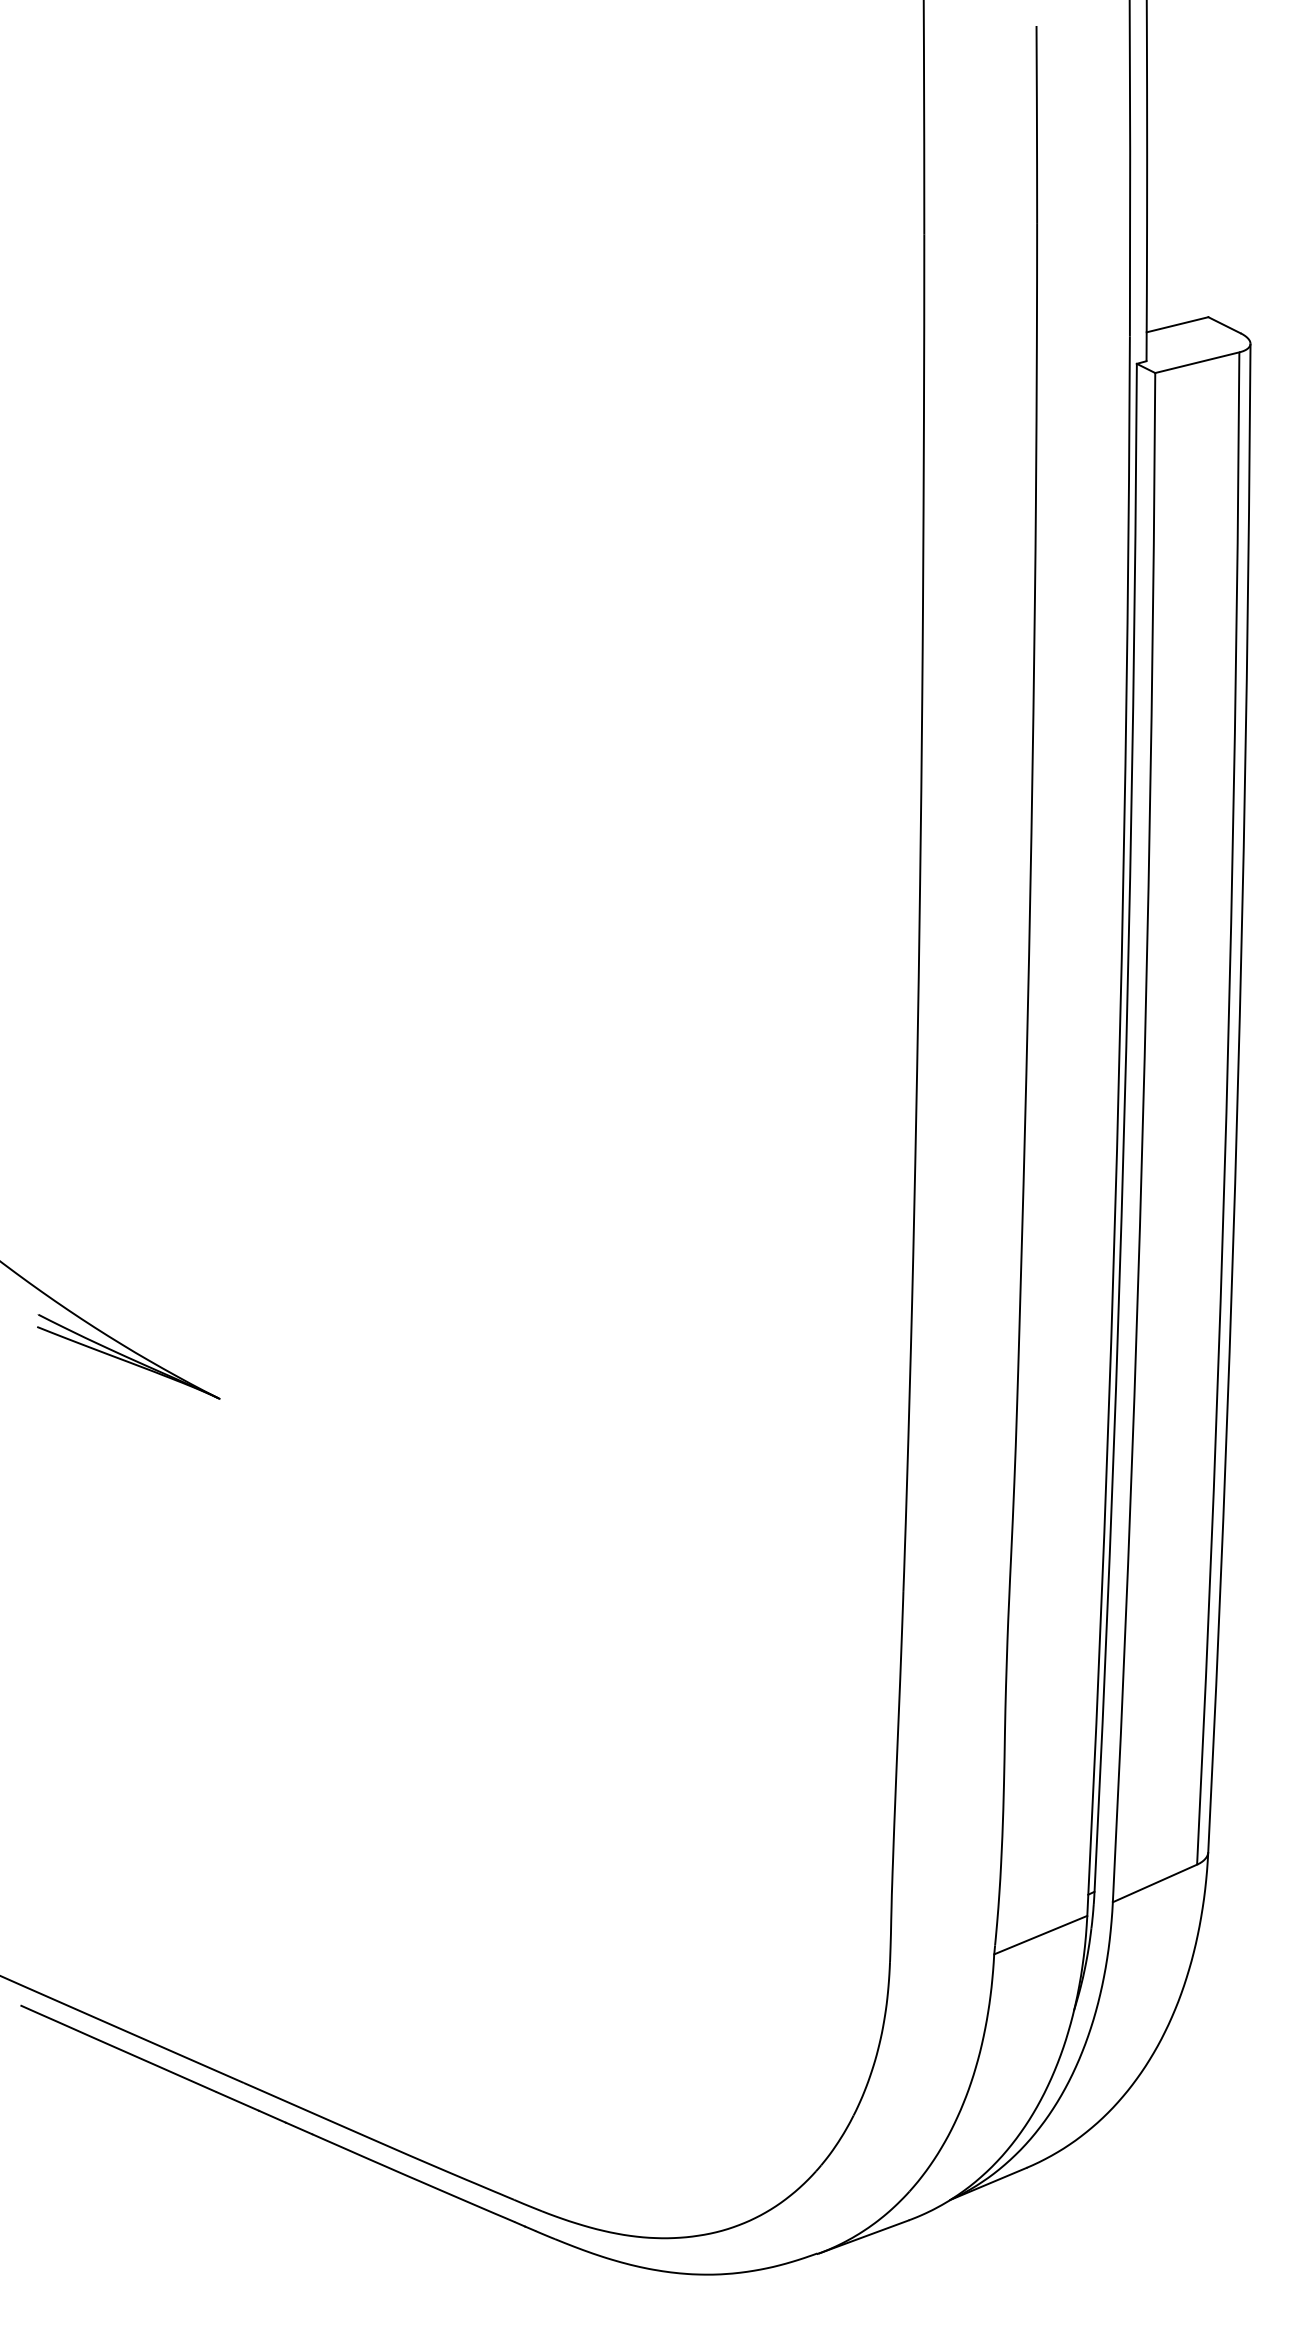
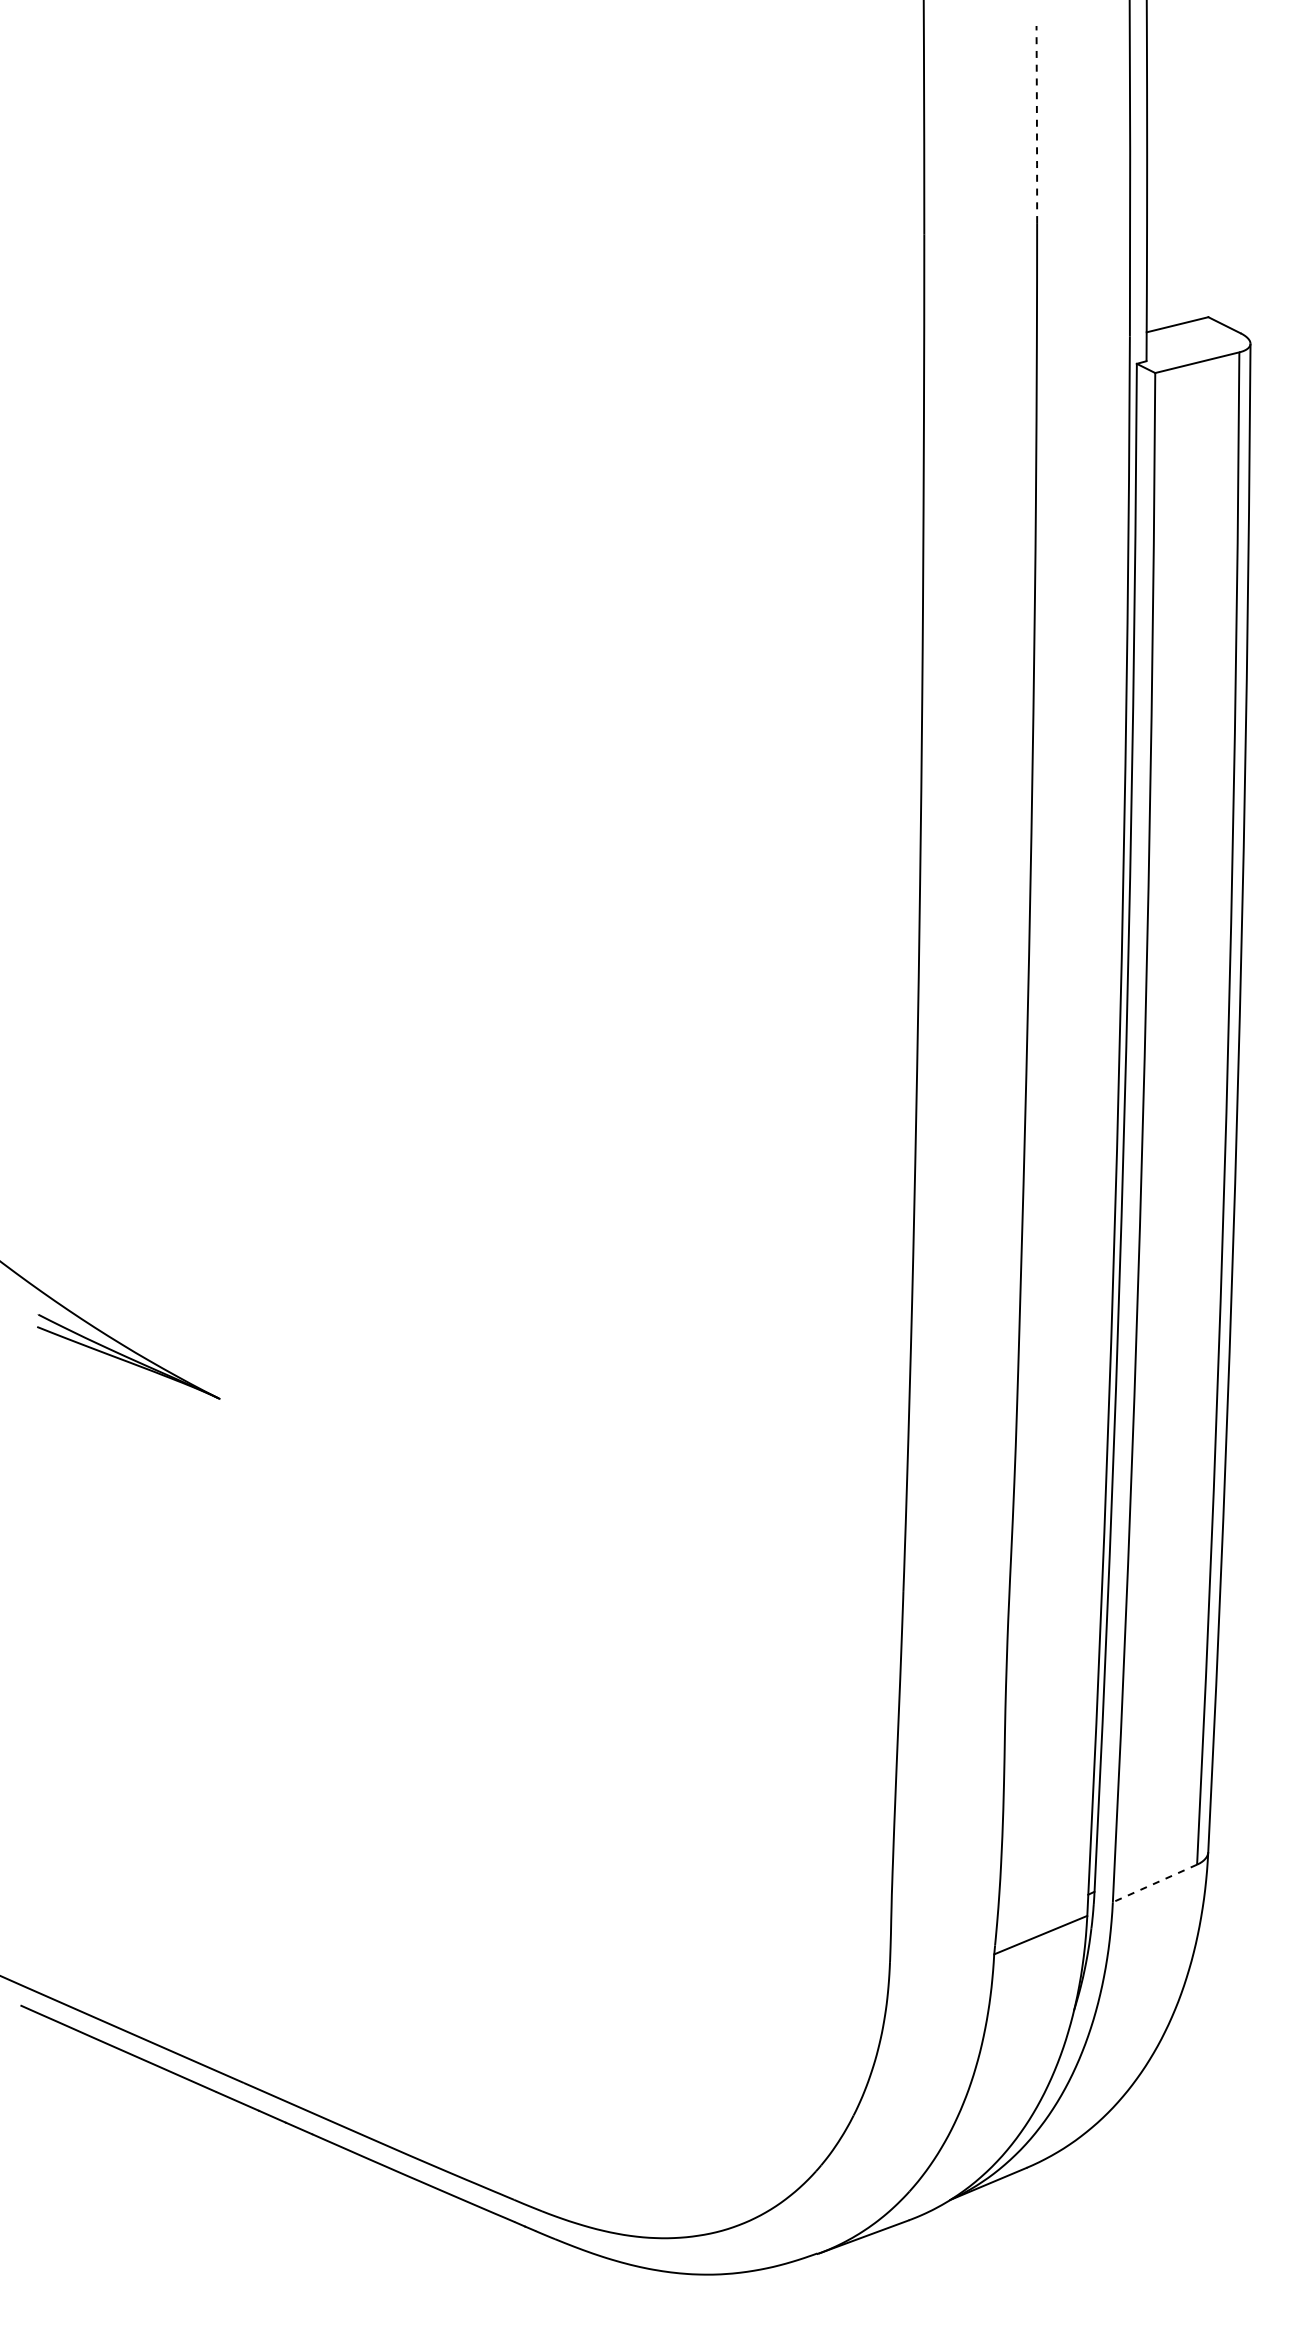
line at (1036, 124): solid -> dashed
line at (1154, 1883): solid -> dashed
